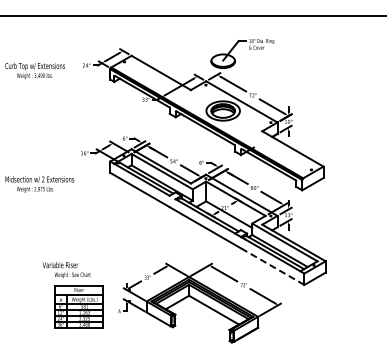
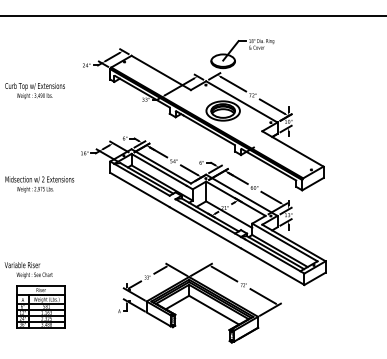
text at (34, 70) position: (34, 70) -> (34, 90)
line at (272, 266): dashed -> solid
part at (72, 295) position: (72, 295) -> (34, 295)
